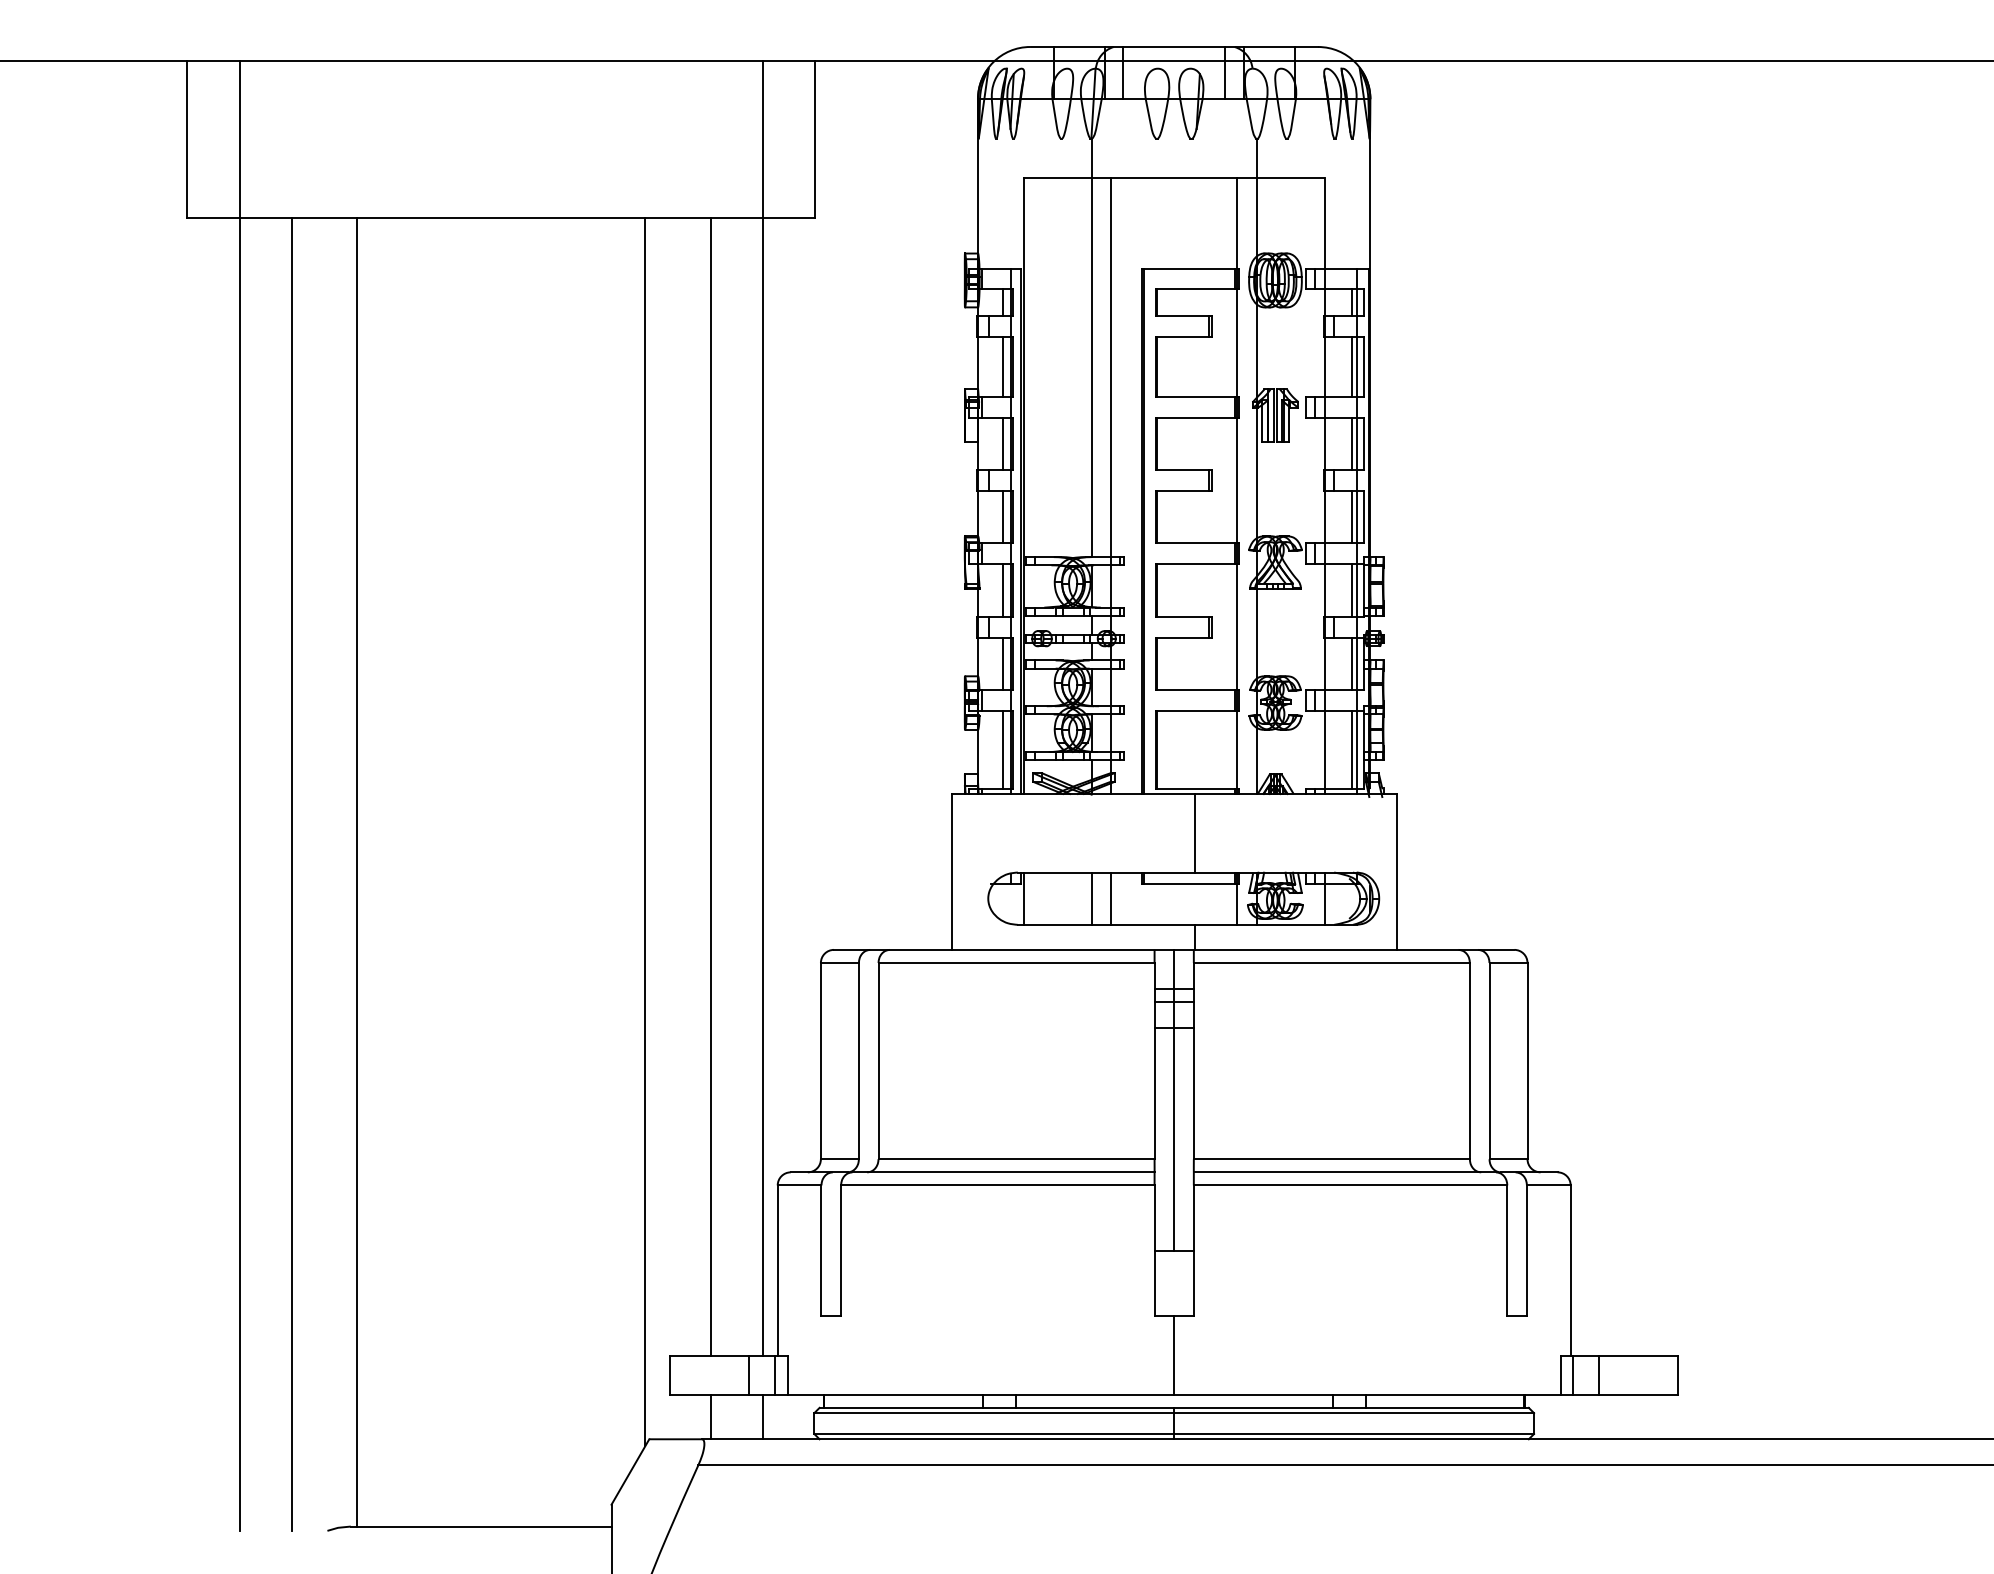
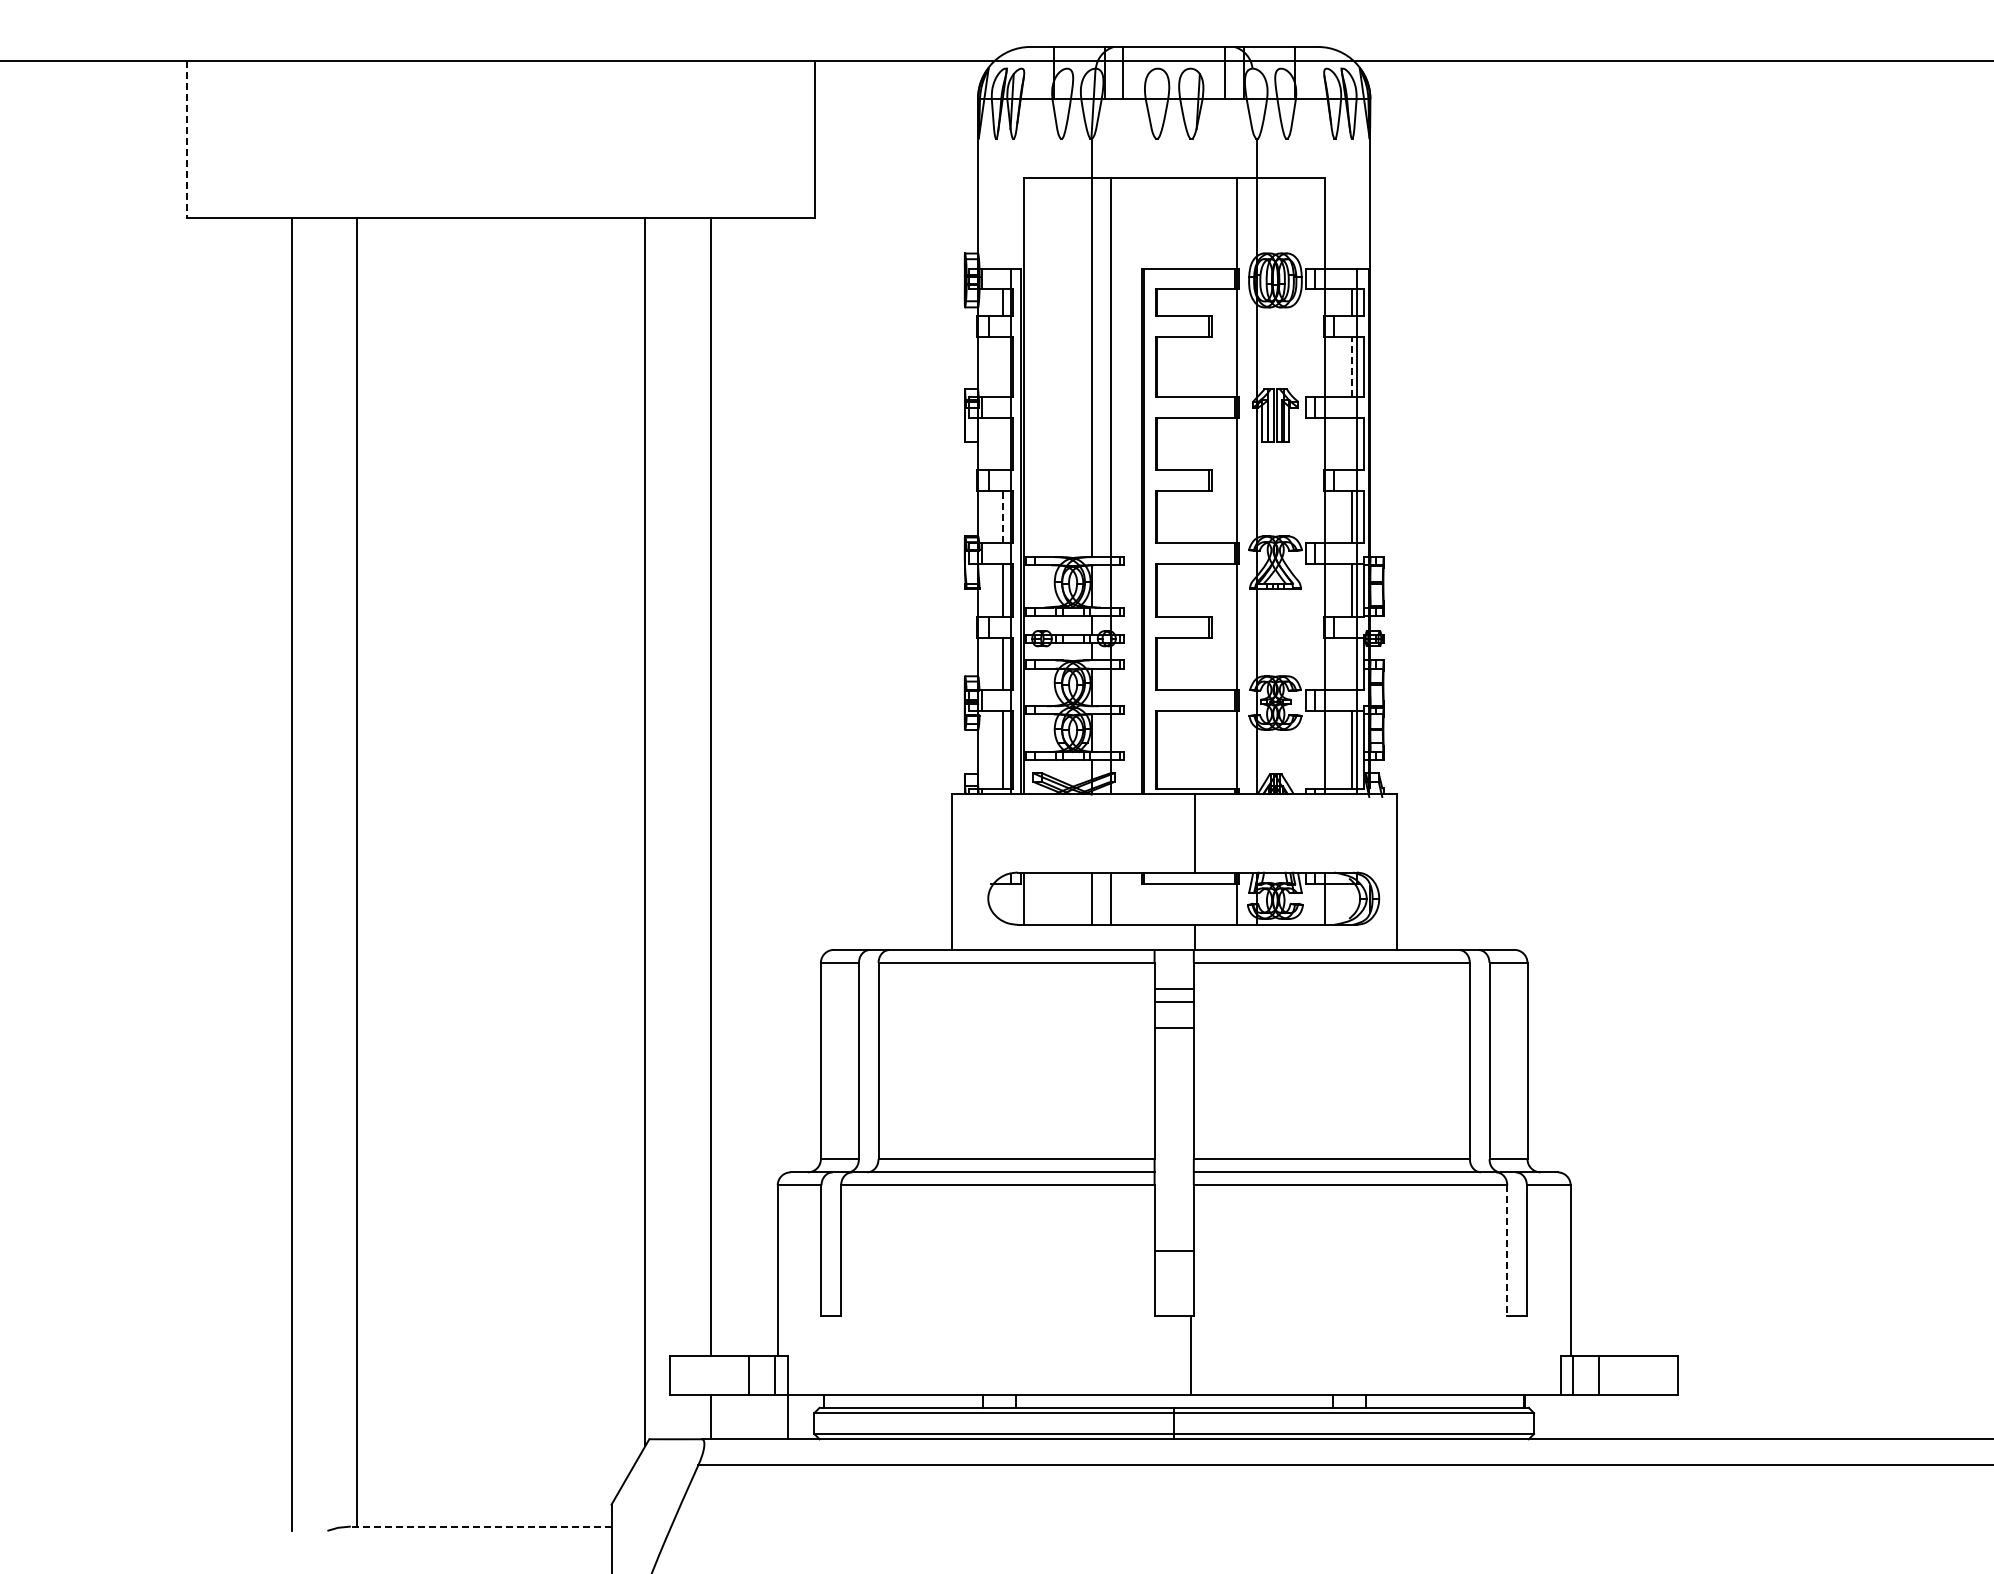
line at (187, 139): solid -> dashed
line at (1002, 366): present -> none
line at (1352, 366): solid -> dashed
line at (1002, 443): present -> none
line at (1352, 443): present -> none
line at (1002, 516): solid -> dashed
line at (1352, 663): present -> none
line at (763, 708): present -> none
line at (239, 795): present -> none
line at (1174, 1099): present -> none
line at (1507, 1251): solid -> dashed
line at (1174, 1355) position: (1174, 1355) -> (1191, 1355)
line at (763, 1416) position: (763, 1416) -> (788, 1416)
line at (480, 1526): solid -> dashed
